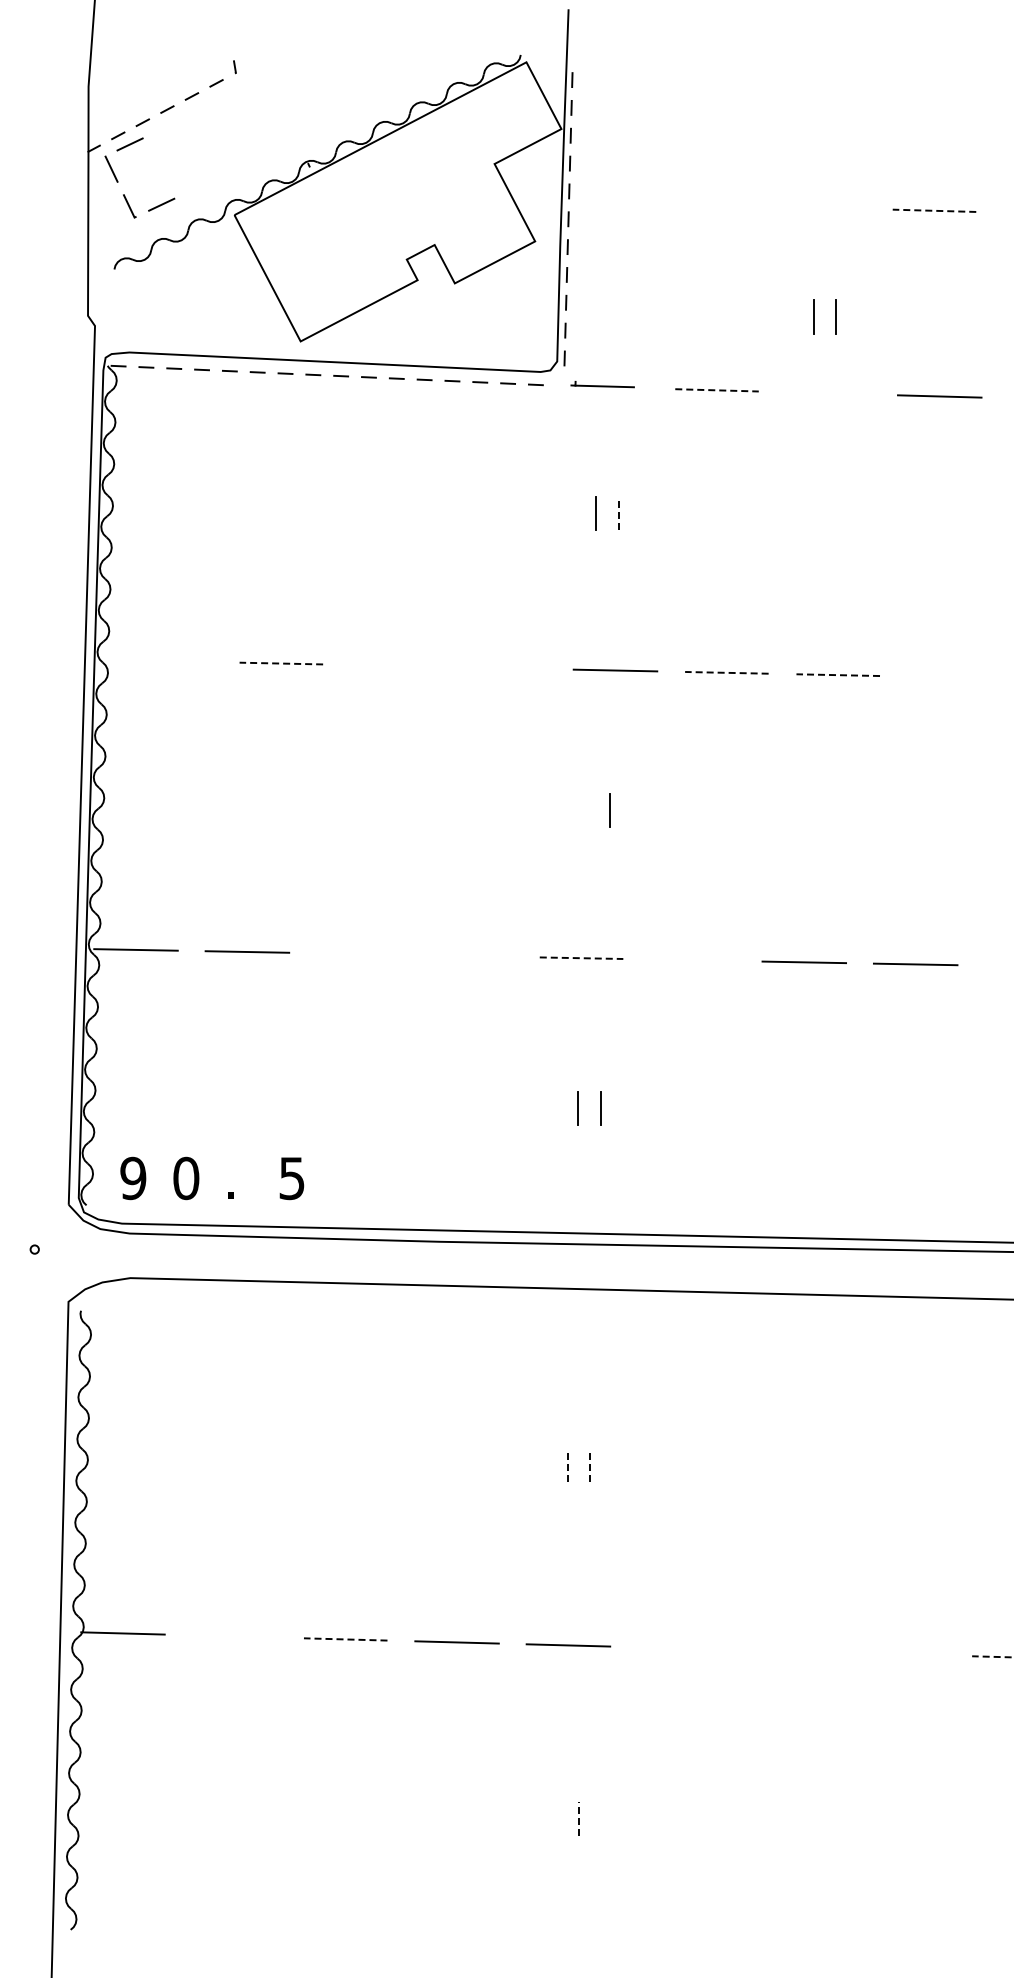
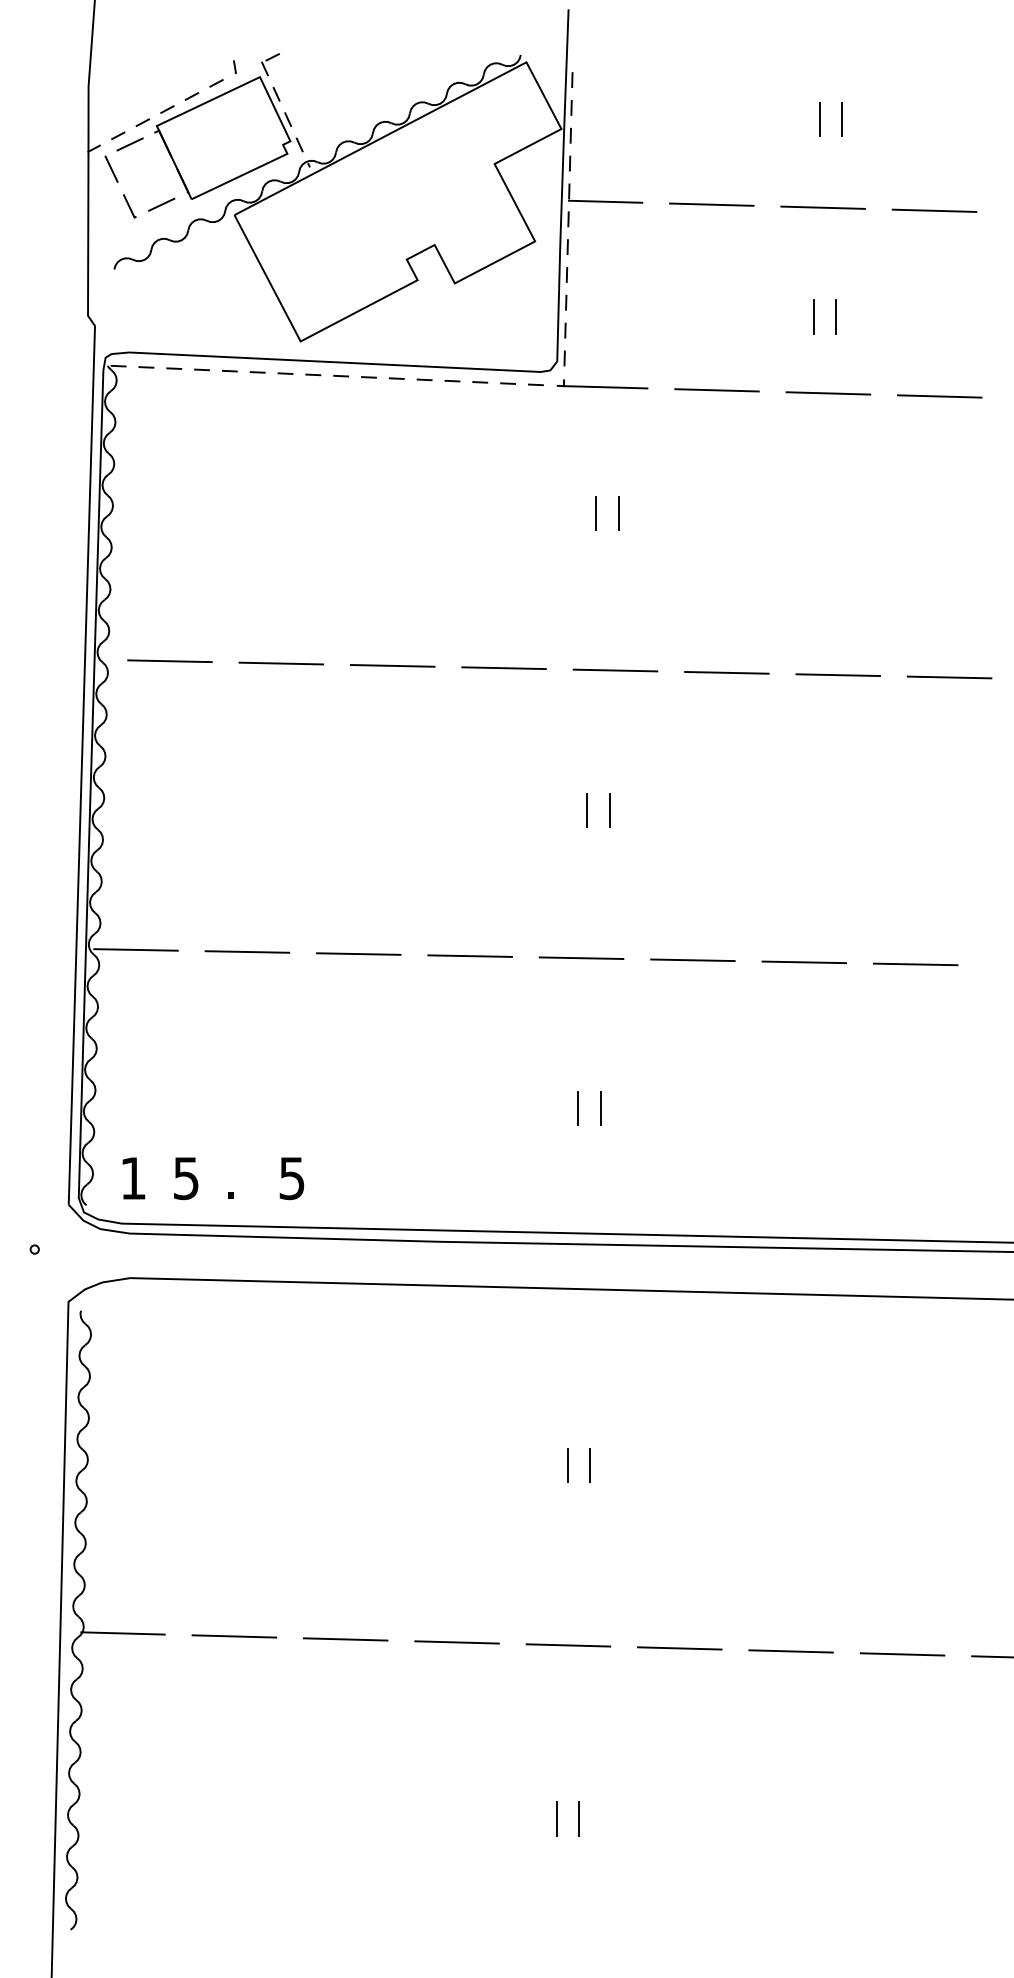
line at (819, 119): none -> present
line at (841, 119): none -> present
part at (228, 126): none -> present
line at (605, 201): none -> present
line at (711, 204): none -> present
line at (822, 207): none -> present
line at (934, 210): dashed -> solid
part at (602, 384) size: 65x8 px -> 93x11 px
line at (717, 390): dashed -> solid
line at (828, 393): none -> present
line at (618, 513): dashed -> solid
line at (169, 661): none -> present
line at (281, 663): dashed -> solid
line at (392, 665): none -> present
line at (503, 668): none -> present
line at (726, 672): dashed -> solid
line at (838, 675): dashed -> solid
line at (949, 677): none -> present
line at (587, 809): none -> present
line at (358, 953): none -> present
line at (469, 955): none -> present
line at (581, 958): dashed -> solid
line at (692, 960): none -> present
text at (133, 1178): 9 -> 1
text at (186, 1178): 0 -> 5
line at (567, 1465): dashed -> solid
line at (589, 1465): dashed -> solid
line at (234, 1636): none -> present
line at (345, 1639): dashed -> solid
line at (679, 1648): none -> present
line at (790, 1651): none -> present
line at (902, 1654): none -> present
line at (992, 1656): dashed -> solid
line at (556, 1818): none -> present
line at (579, 1818): dashed -> solid
